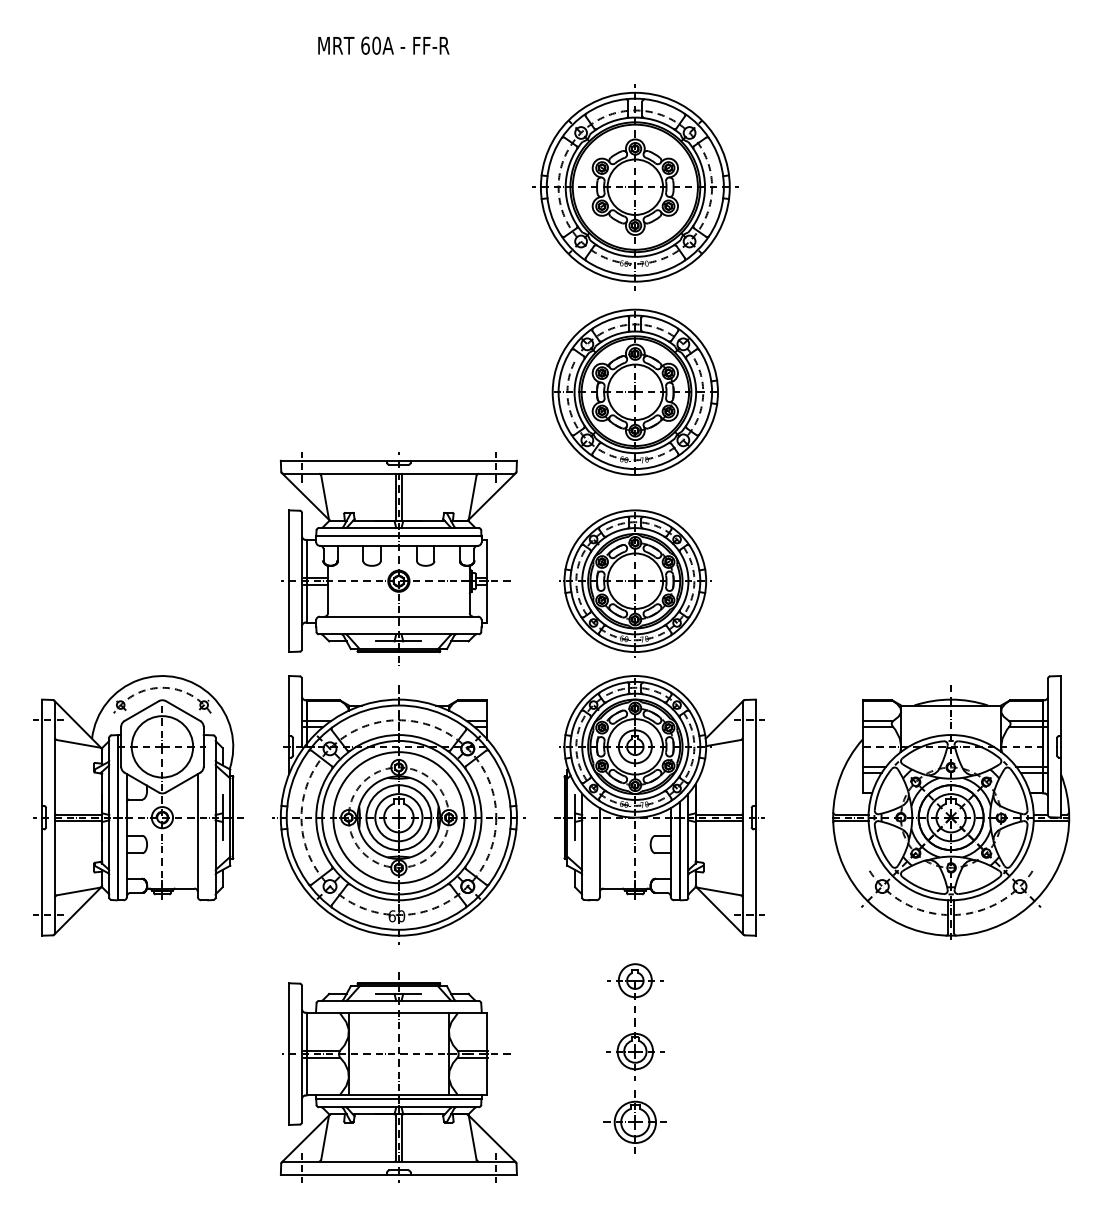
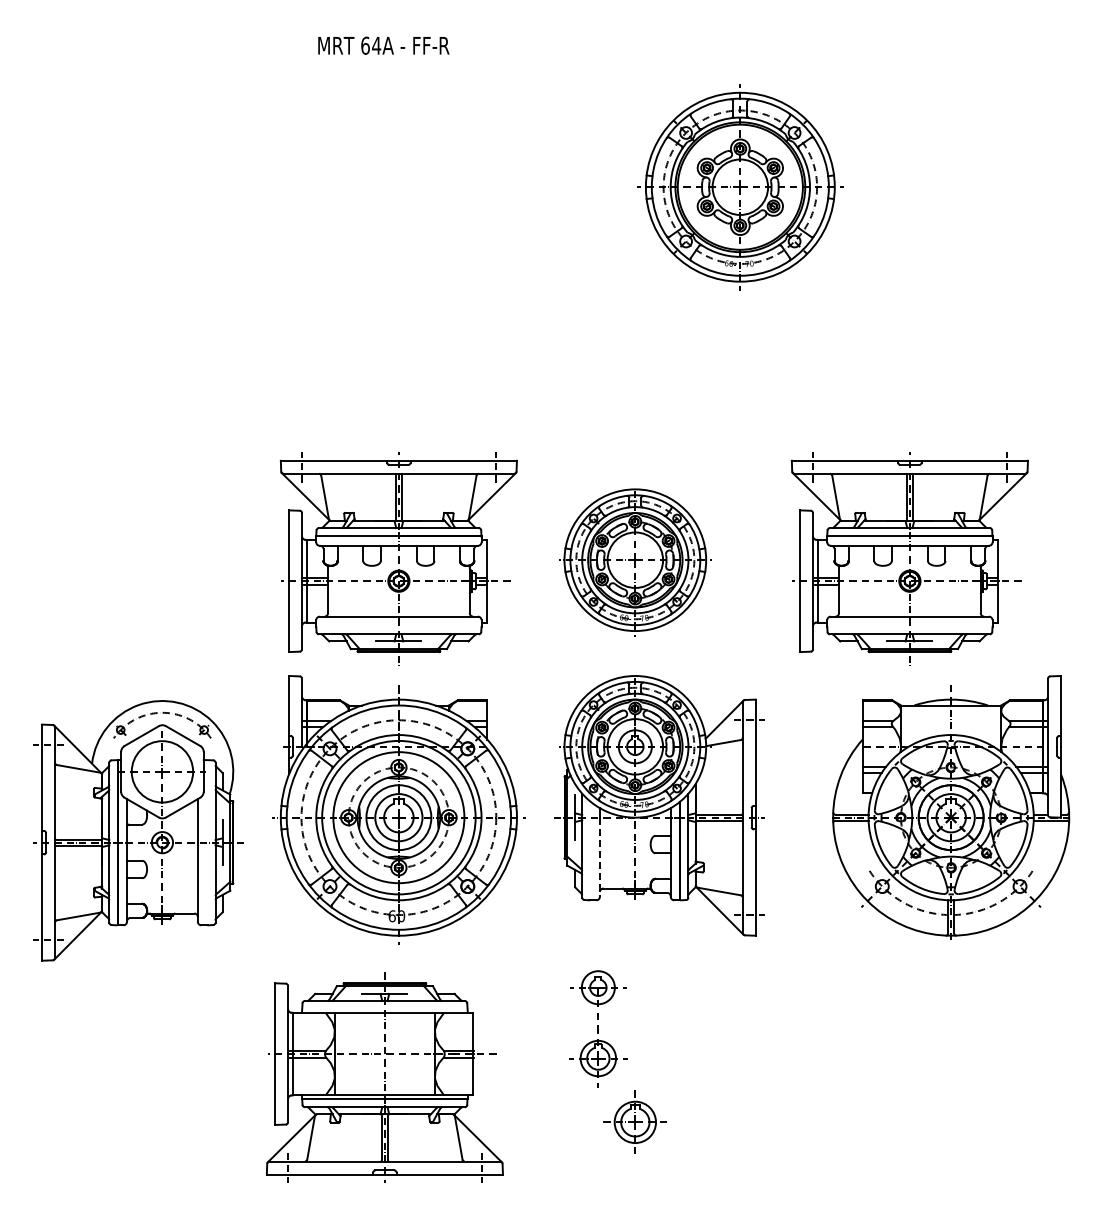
text at (376, 45): 60A -> 64A
part at (635, 187) position: (635, 187) -> (740, 187)
part at (634, 391): present -> none
part at (909, 558): none -> present
part at (635, 583) position: (635, 583) -> (635, 562)
part at (138, 805) position: (138, 805) -> (138, 830)
line at (599, 857): solid -> dashed
part at (635, 1021) position: (635, 1021) -> (598, 1028)
part at (398, 1077) position: (398, 1077) -> (384, 1077)
